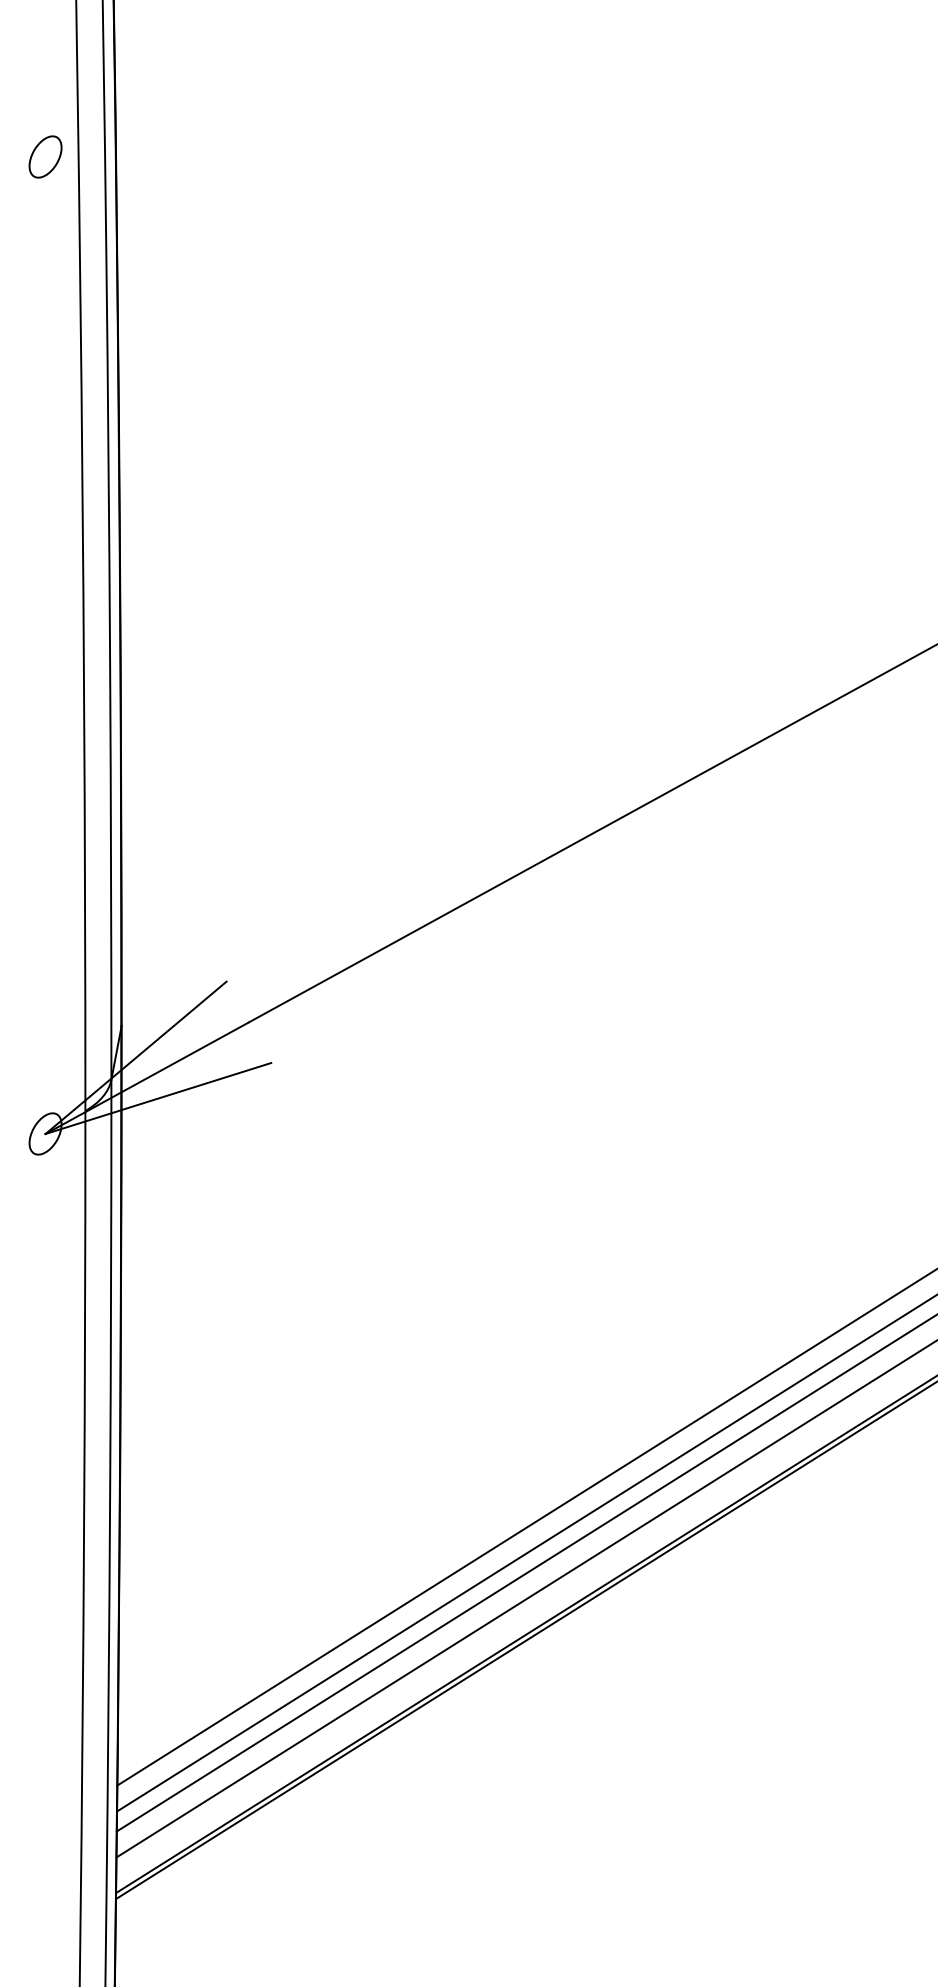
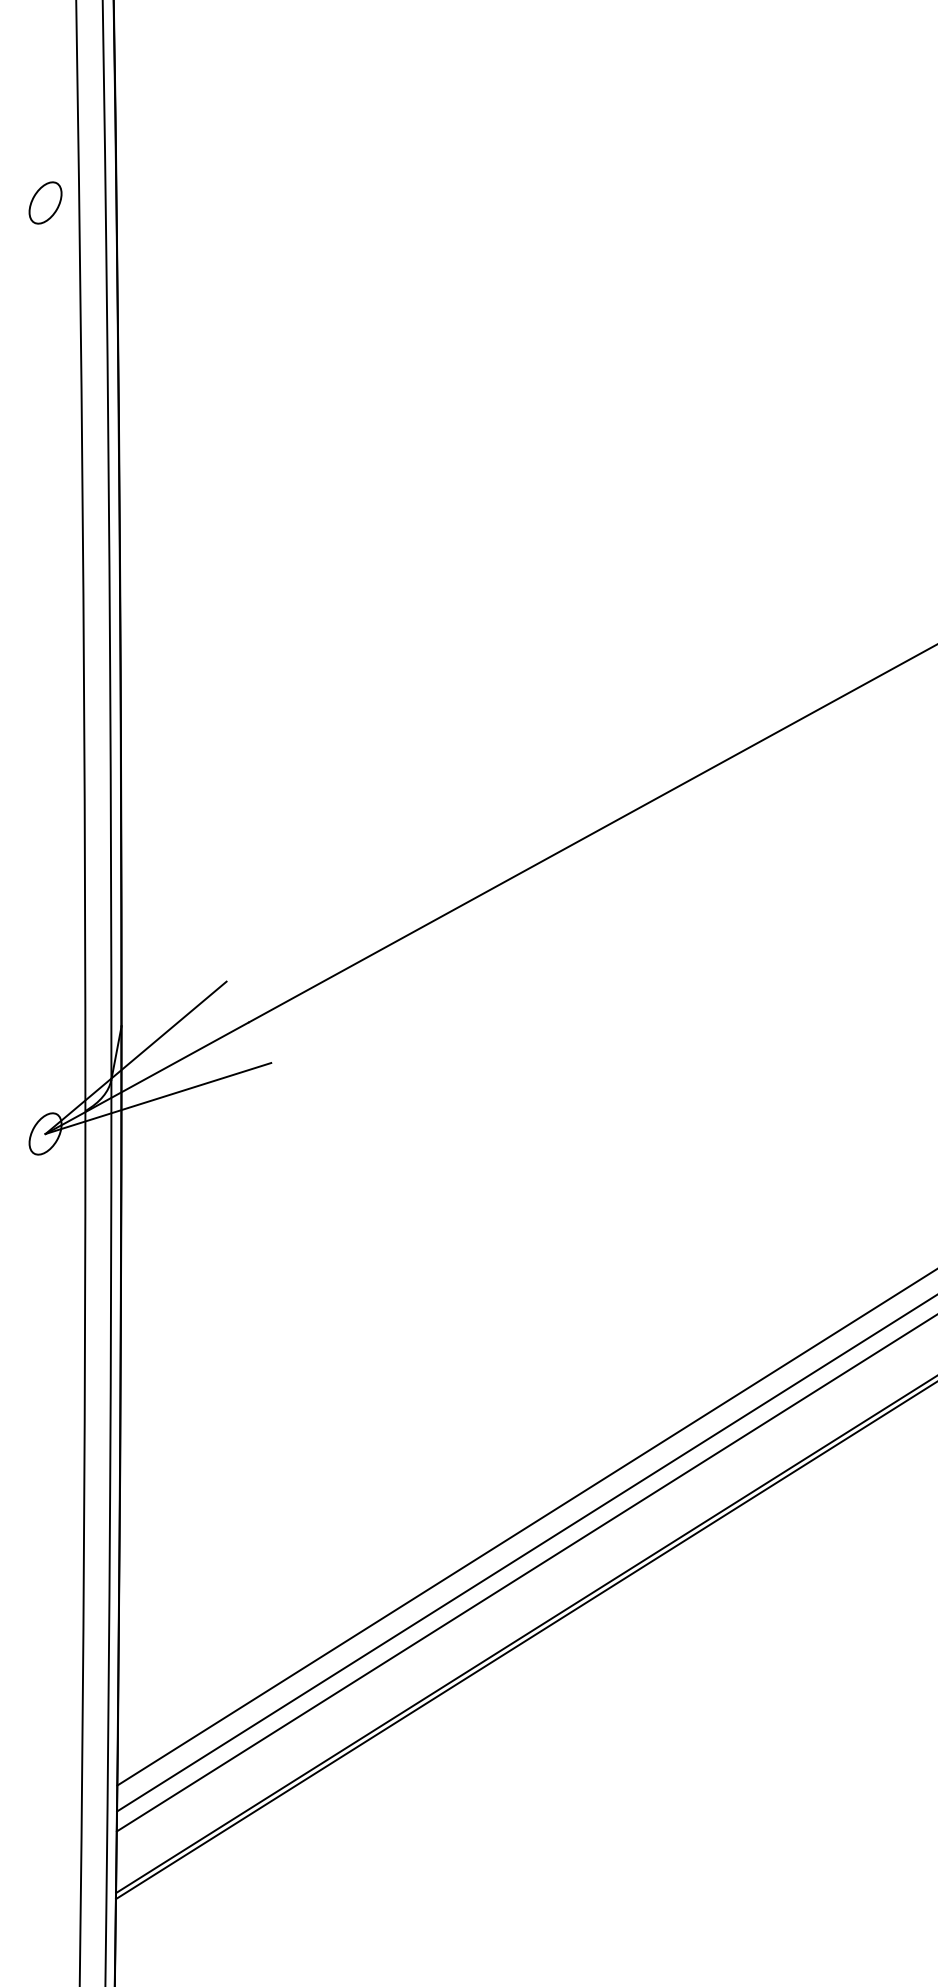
part at (45, 156) position: (45, 156) -> (45, 202)
line at (525, 1599): present -> none
